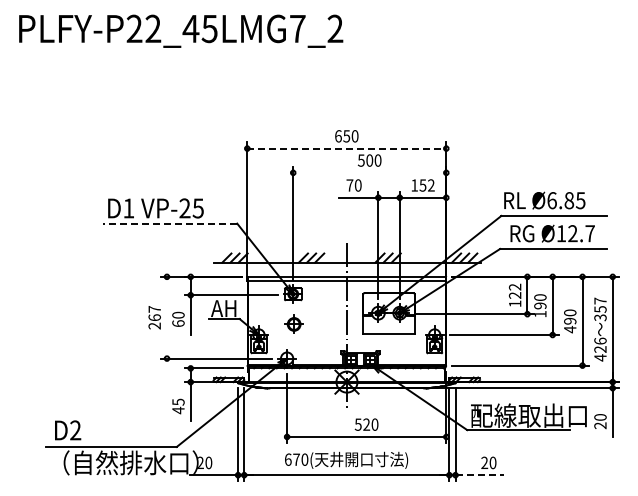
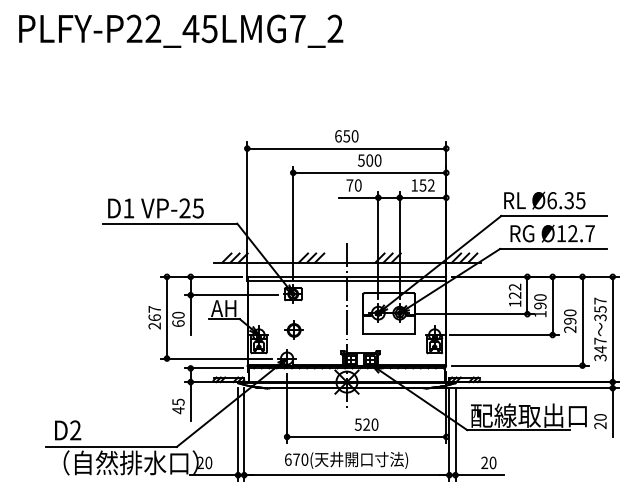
line at (346, 148): dashed -> solid
line at (369, 172): none -> present
text at (569, 200): Ø6.85 -> Ø6.35
line at (169, 223): dashed -> solid
line at (167, 317): none -> present
part at (293, 323) position: (293, 323) -> (293, 329)
text at (570, 329): 490 -> 290
text at (600, 349): 426 -> 347
line at (480, 475): dashed -> solid
